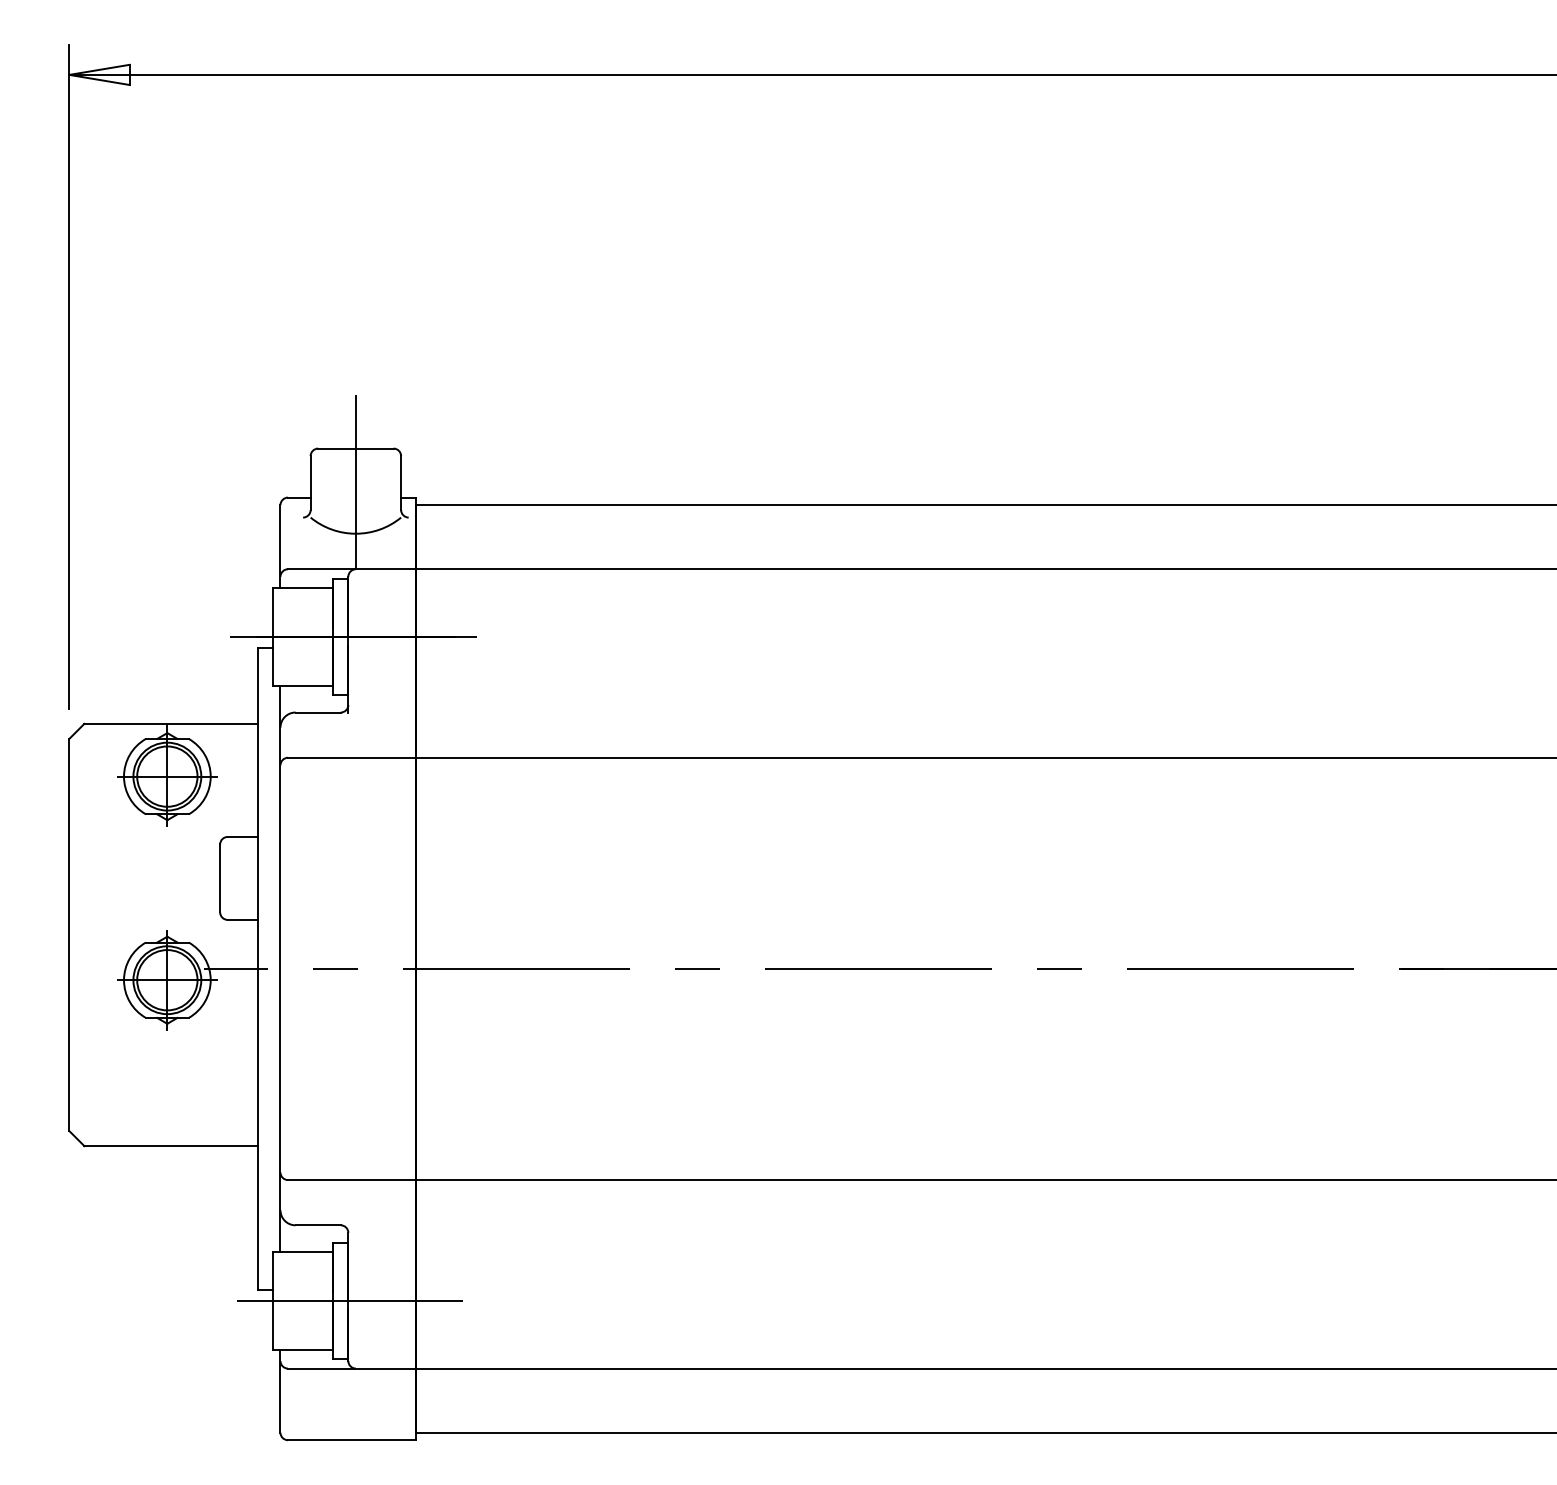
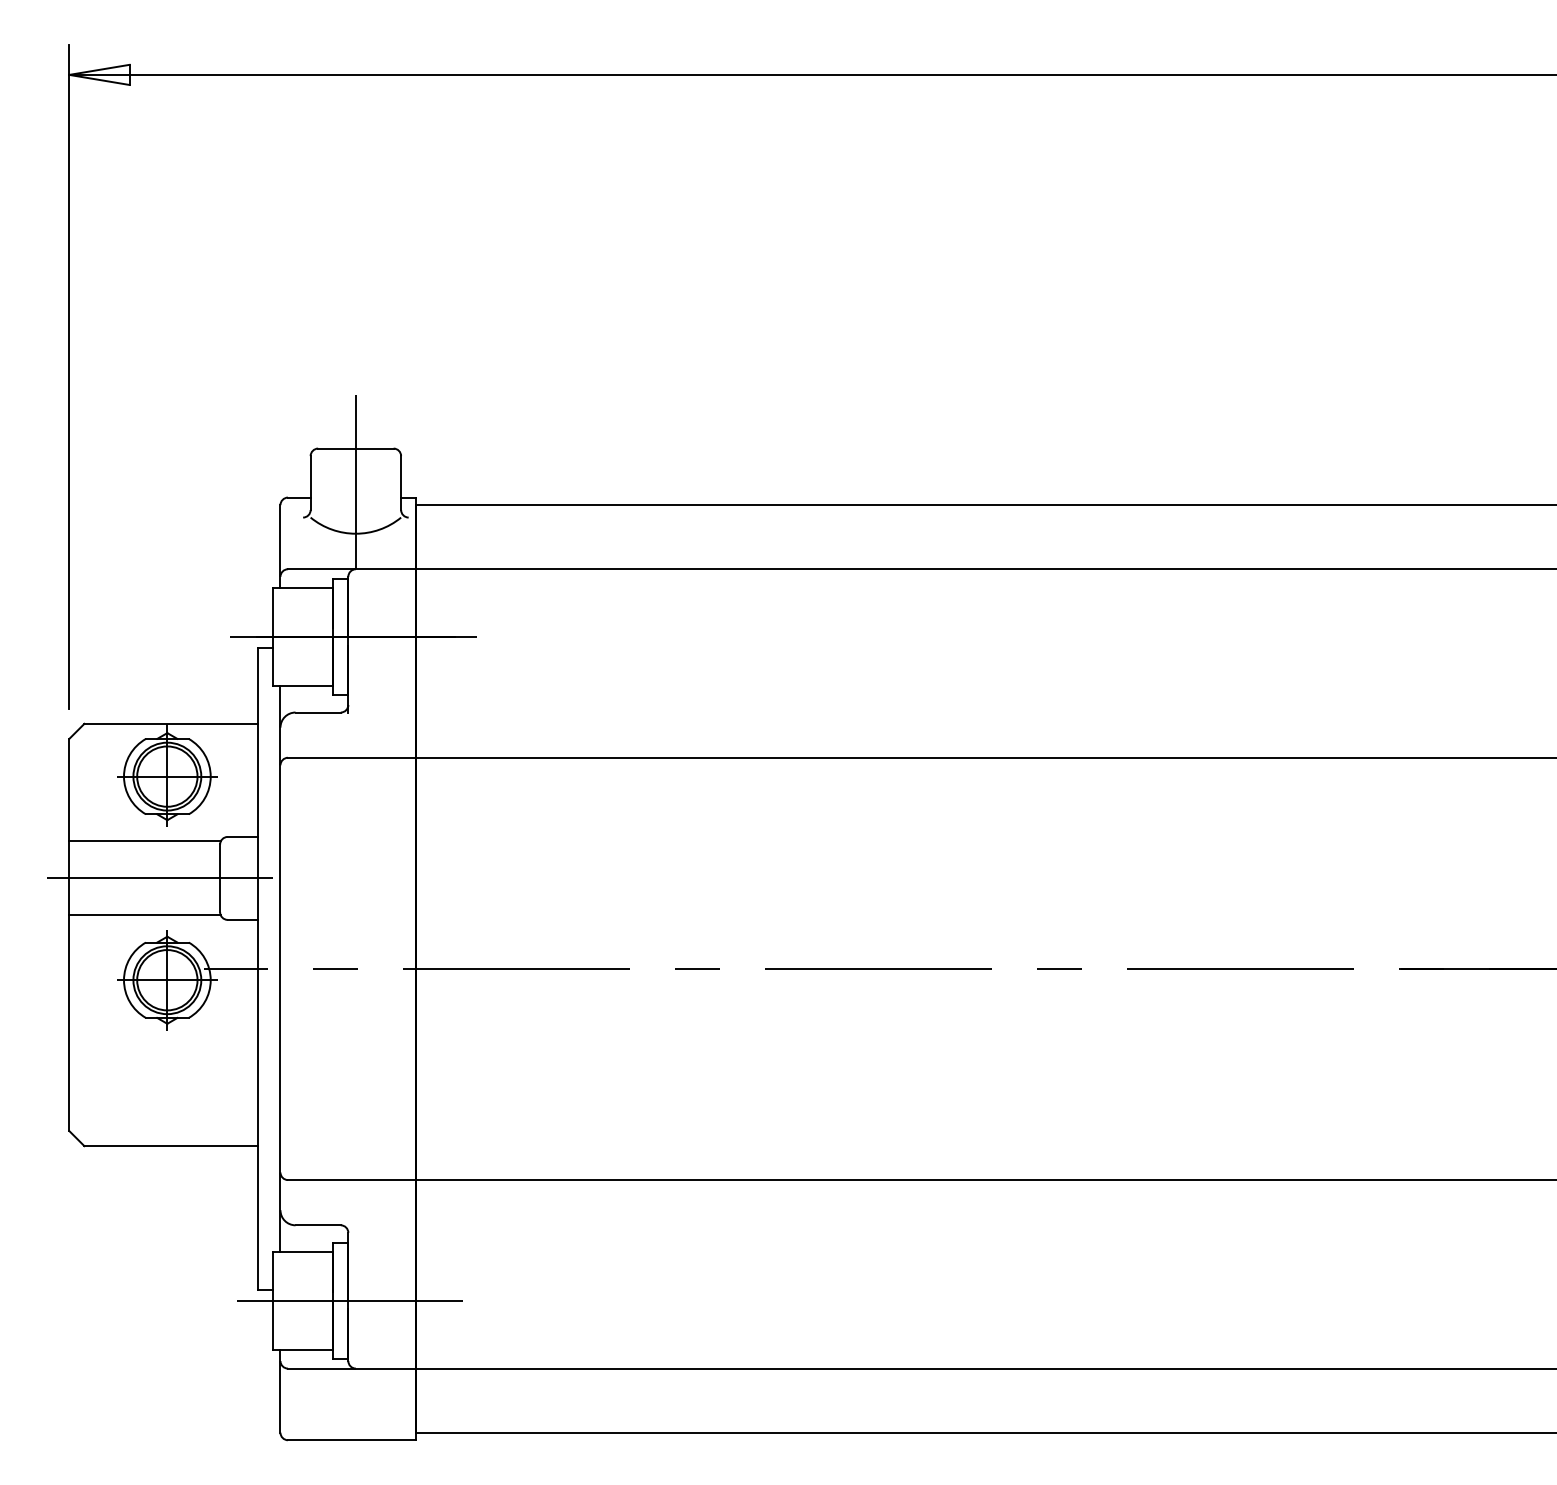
line at (144, 841): none -> present
line at (153, 878): none -> present
line at (144, 915): none -> present
